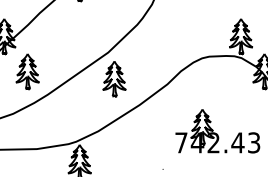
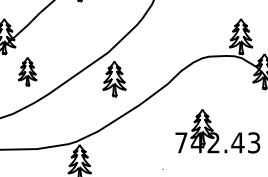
part at (27, 71) size: 25x38 px -> 20x30 px
